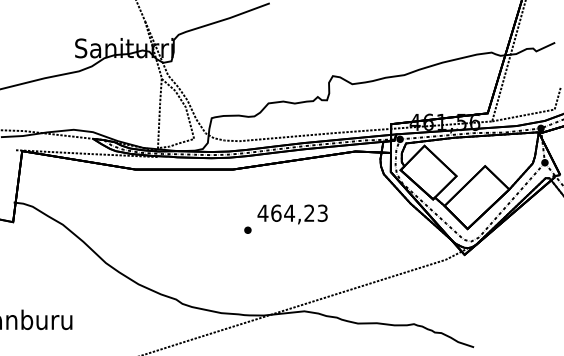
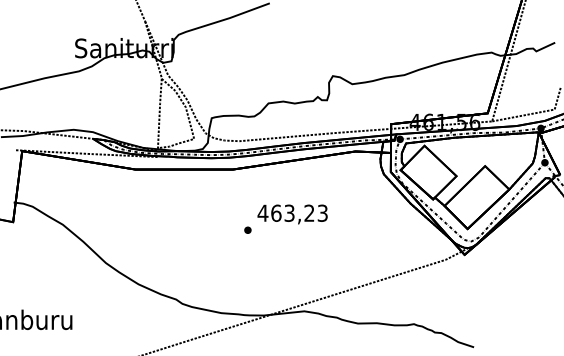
text at (289, 212): 464,23 -> 463,23
